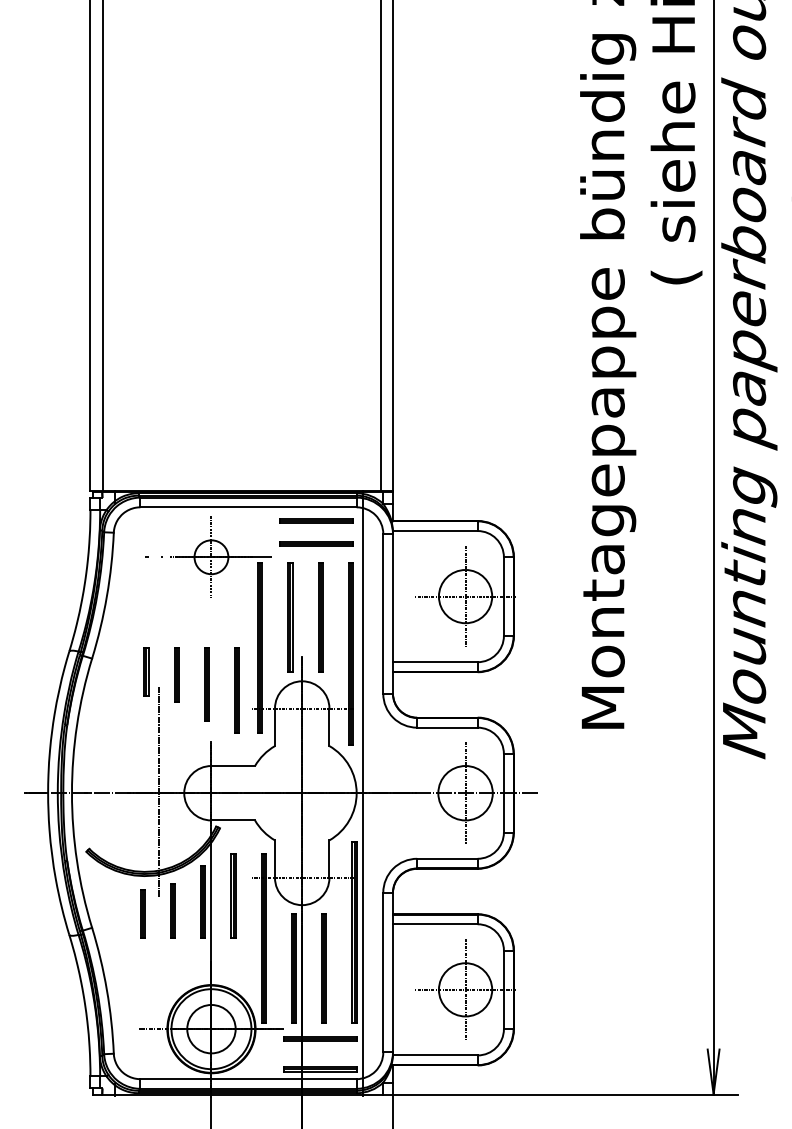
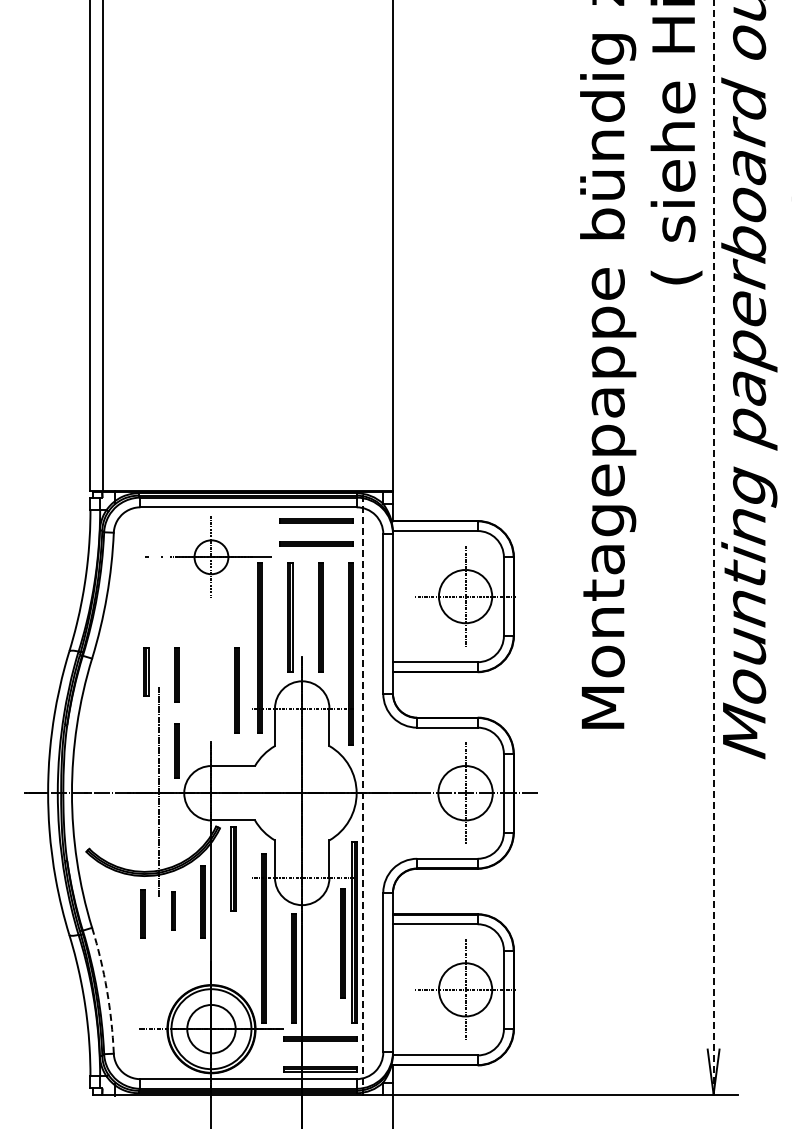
line at (380, 246): present -> none
line at (713, 547): solid -> dashed
part at (206, 684): present -> none
part at (176, 750): none -> present
line at (362, 792): solid -> dashed
part at (233, 895) position: (233, 895) -> (233, 868)
part at (172, 910) size: 6x56 px -> 5x40 px
part at (323, 968) position: (323, 968) -> (342, 943)
arc at (106, 990): solid -> dashed
